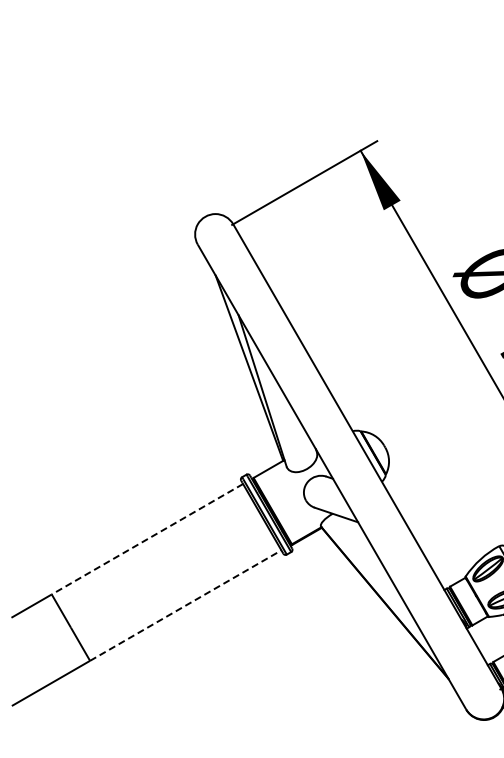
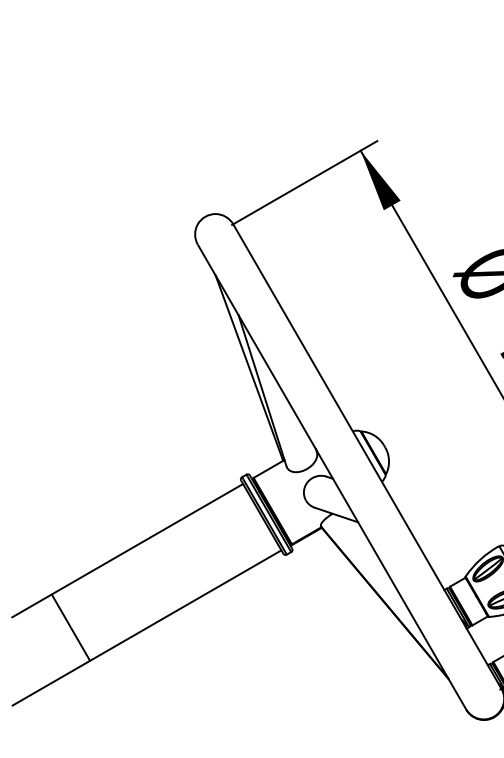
line at (147, 539): dashed -> solid
line at (186, 605): dashed -> solid
